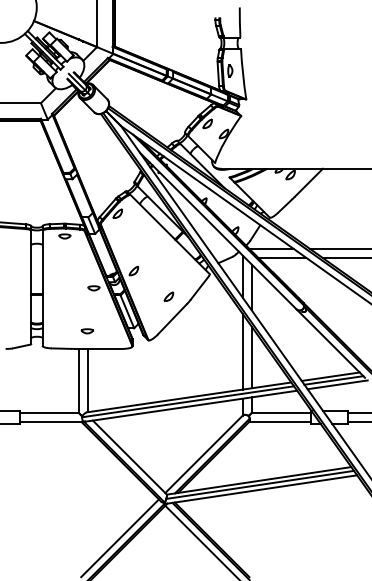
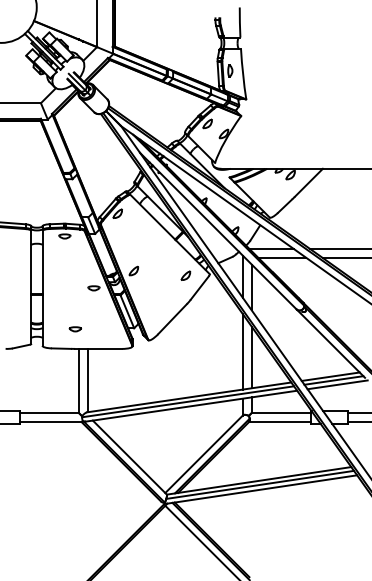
part at (168, 296) position: (168, 296) -> (185, 275)
part at (86, 331) position: (86, 331) -> (74, 329)
line at (119, 538): present -> none
